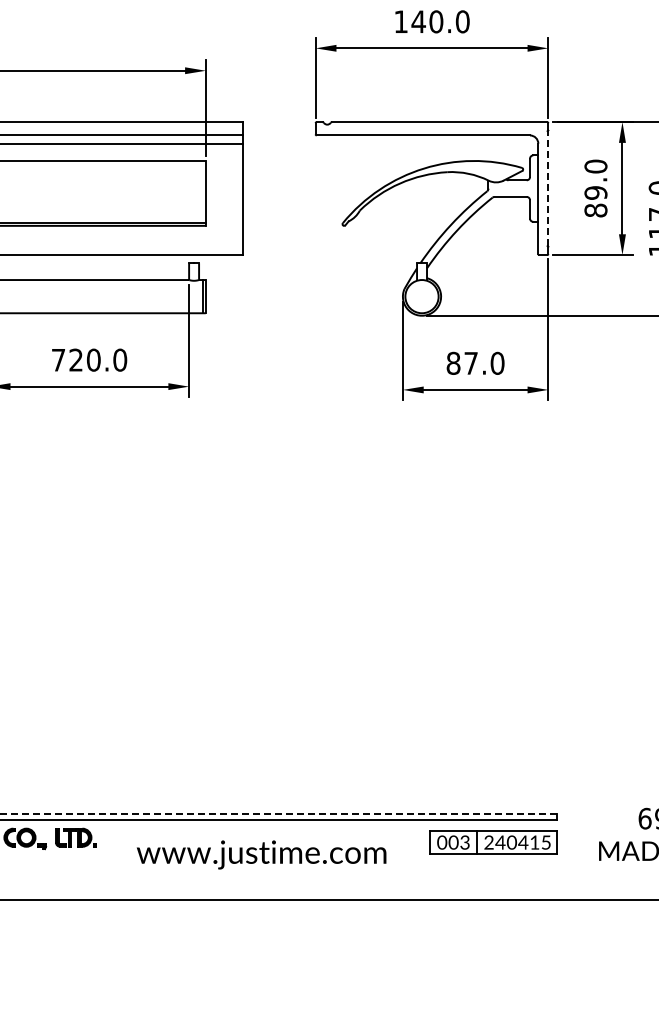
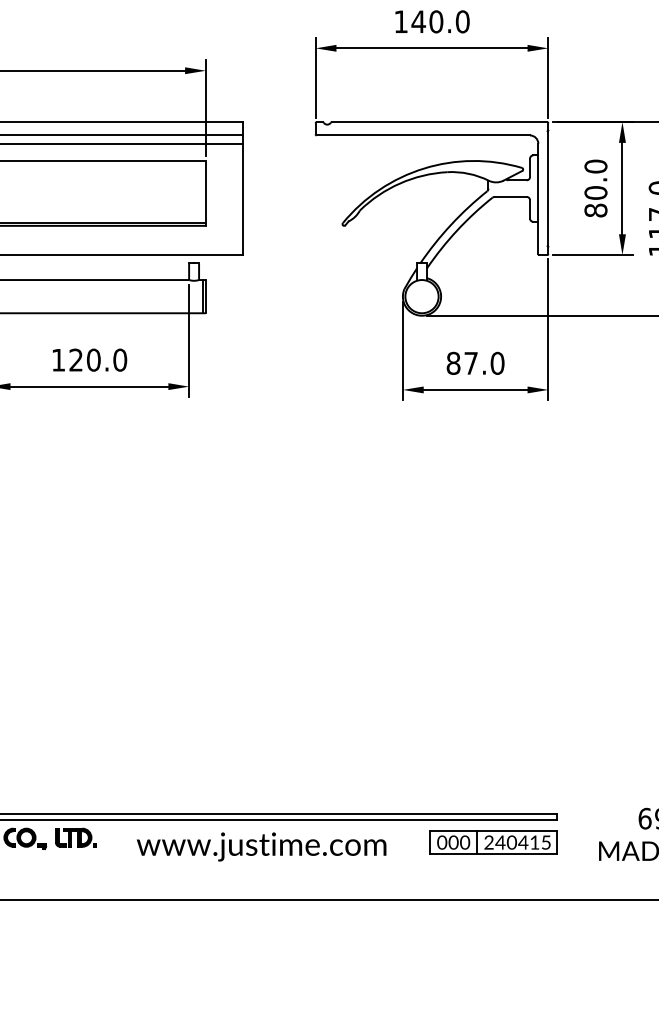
line at (547, 188): dashed -> solid
text at (595, 192): 89.0 -> 80.0
text at (58, 360): 720.0 -> 120.0
line at (277, 813): dashed -> solid
text at (465, 842): 003 -> 000
text at (261, 854) position: (261, 854) -> (261, 846)
